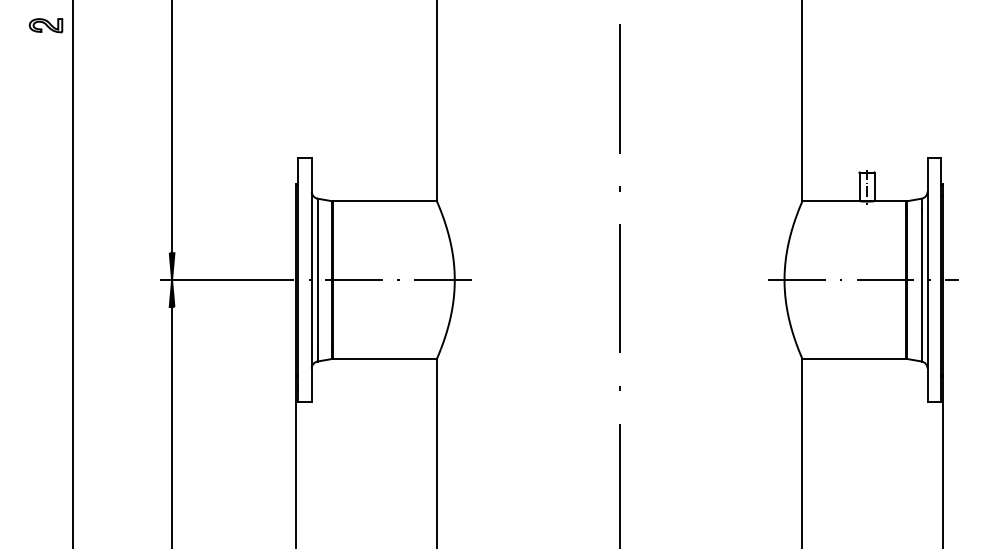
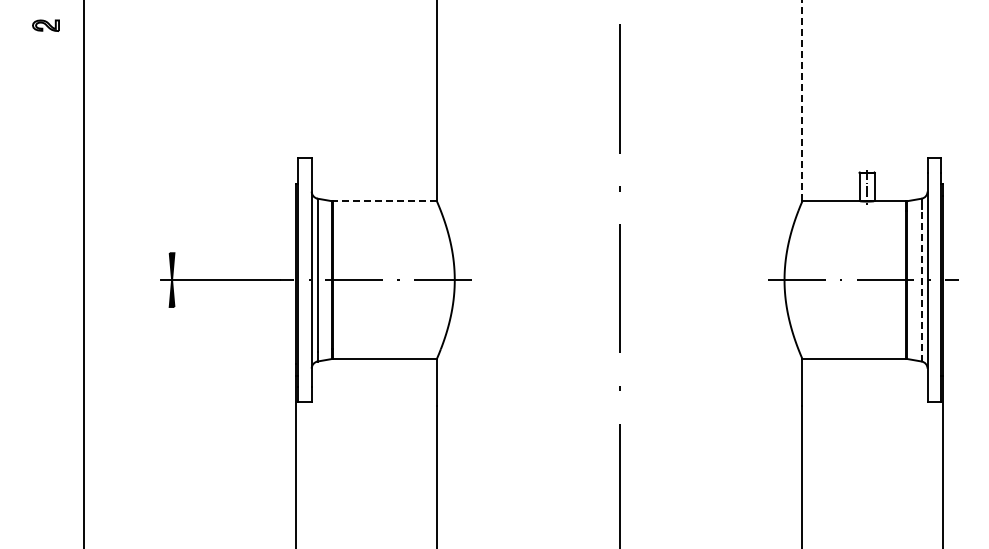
part at (45, 25) size: 36x16 px -> 28x13 px
line at (802, 100): solid -> dashed
line at (172, 127): present -> none
line at (385, 201): solid -> dashed
line at (73, 273) position: (73, 273) -> (84, 273)
line at (921, 284): solid -> dashed
line at (172, 425): present -> none
